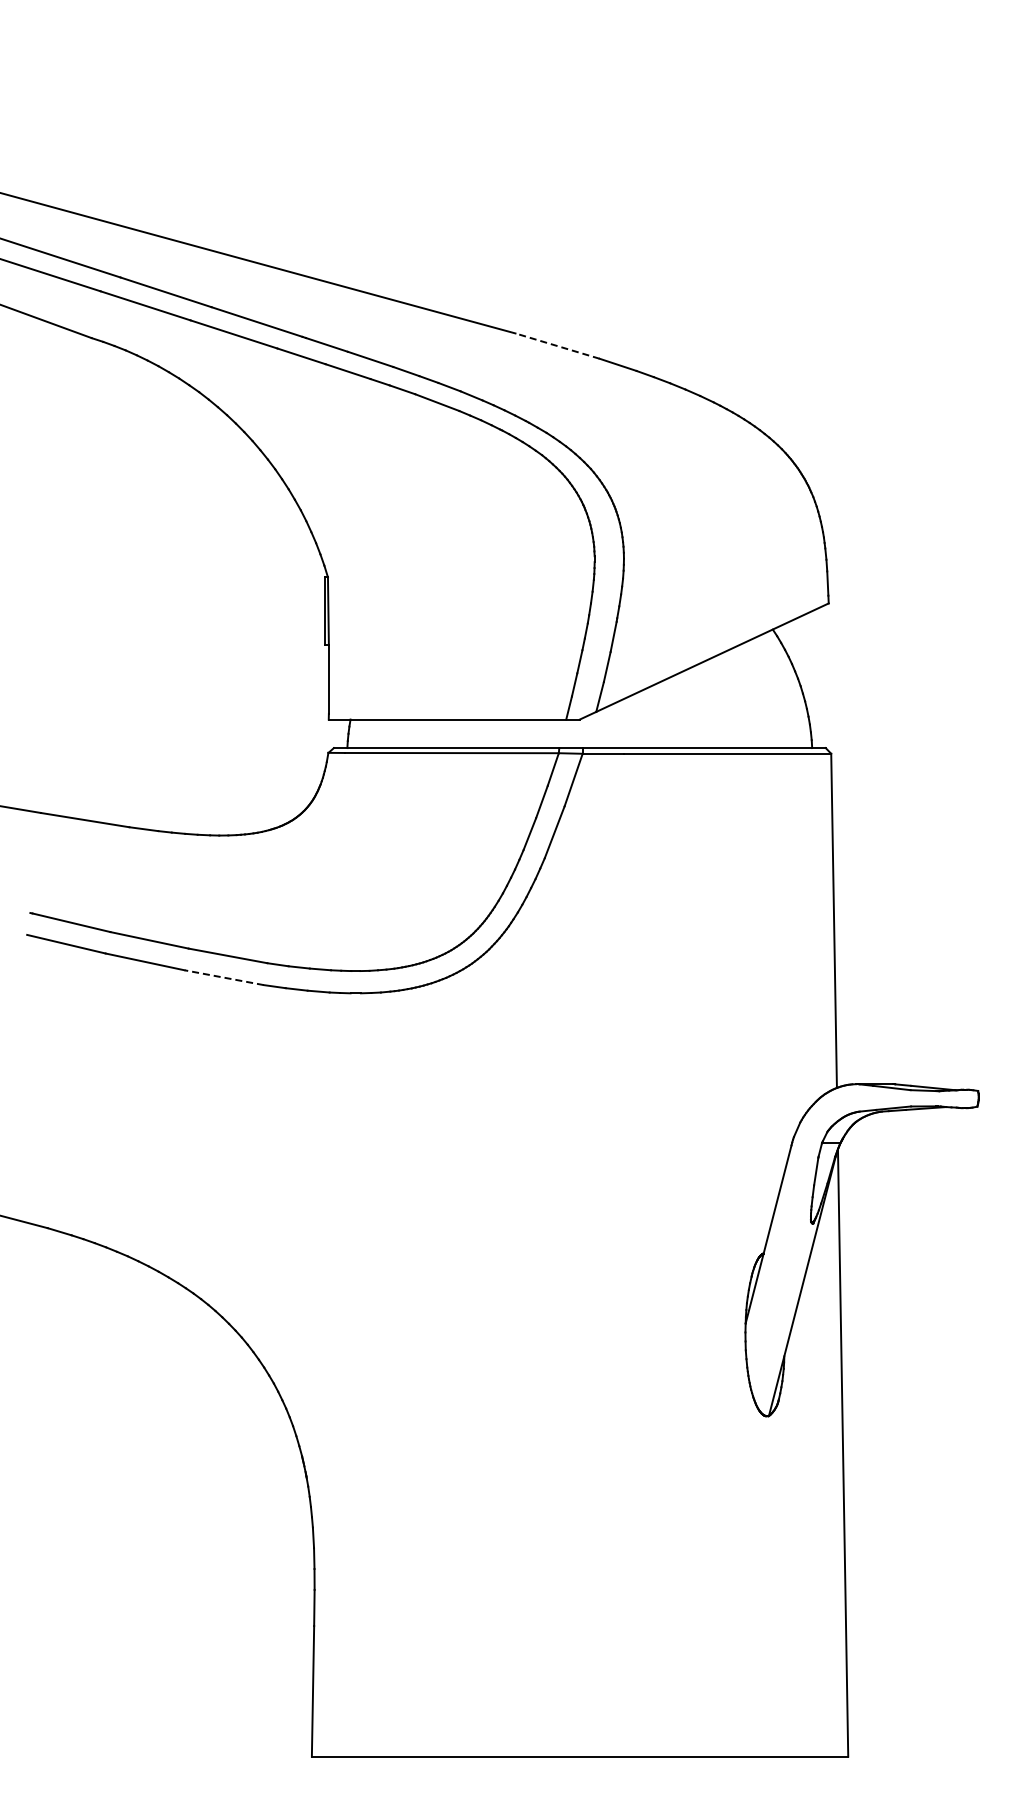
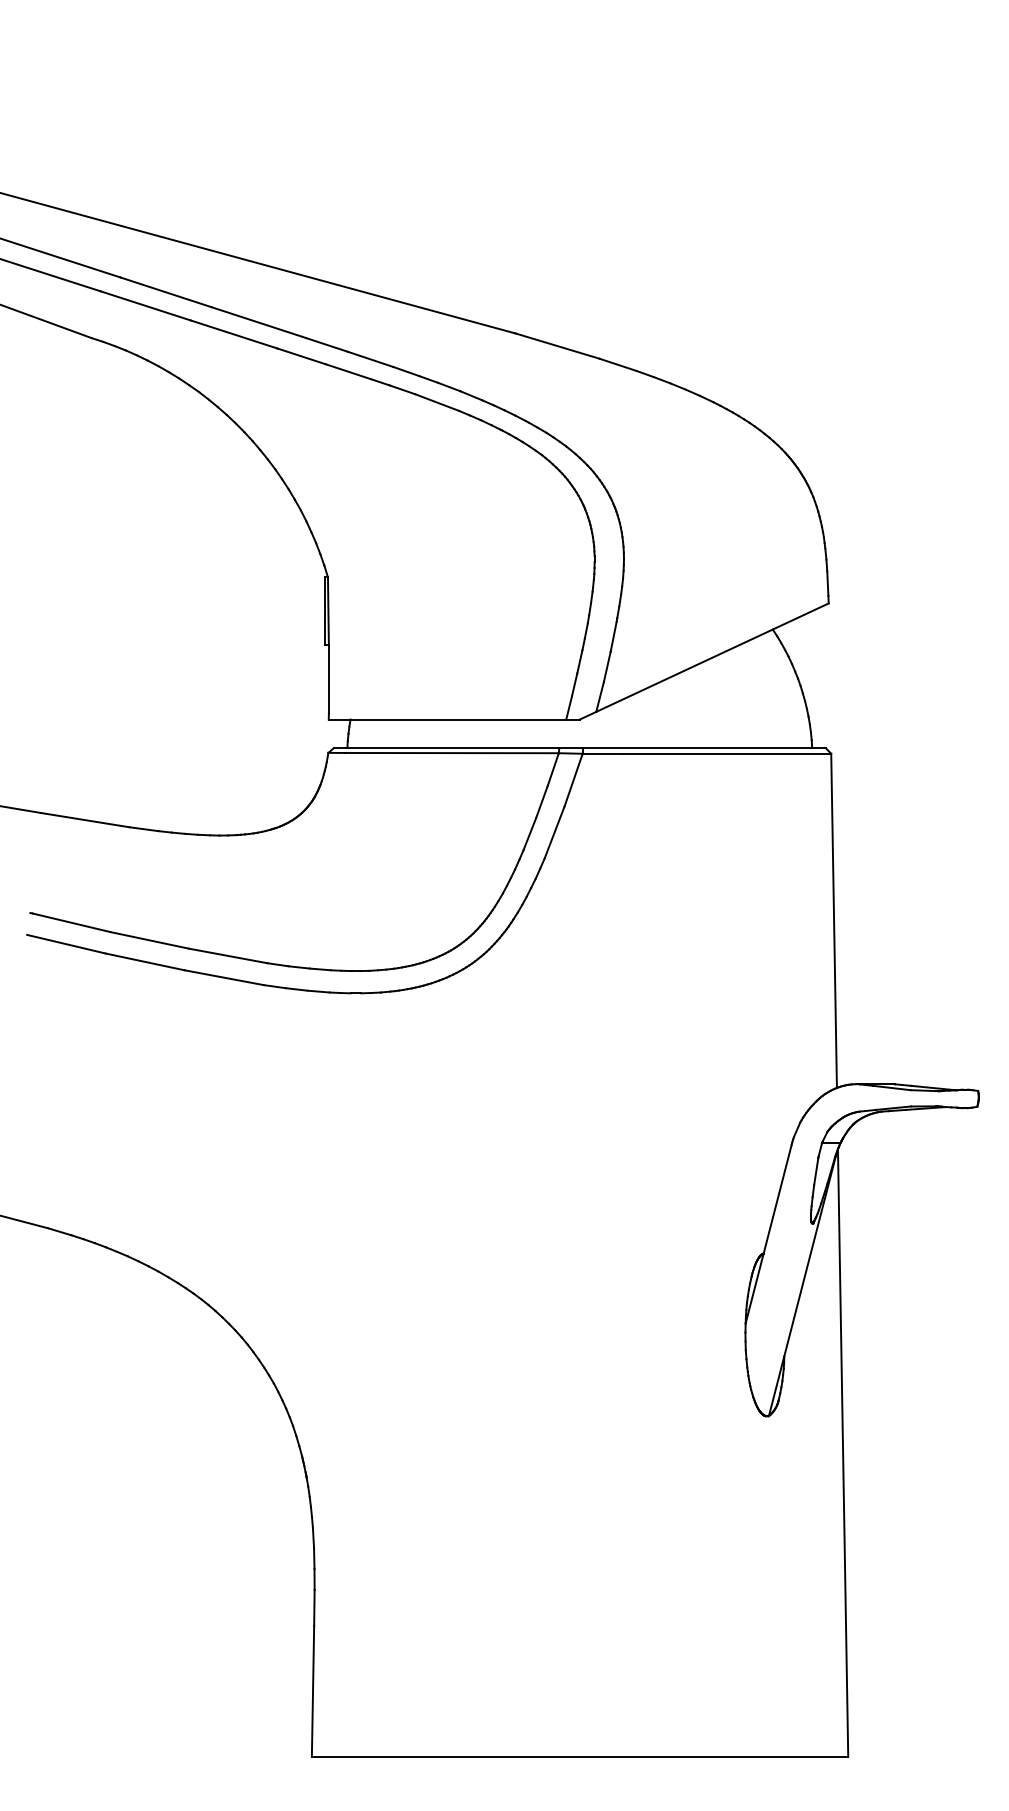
line at (557, 346): dashed -> solid
line at (223, 977): dashed -> solid
